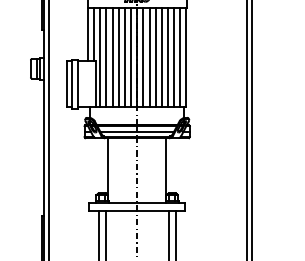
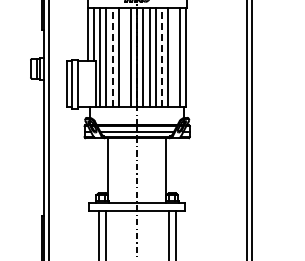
line at (112, 57): solid -> dashed
line at (124, 57): present -> none
line at (161, 57): solid -> dashed
line at (174, 57): present -> none
